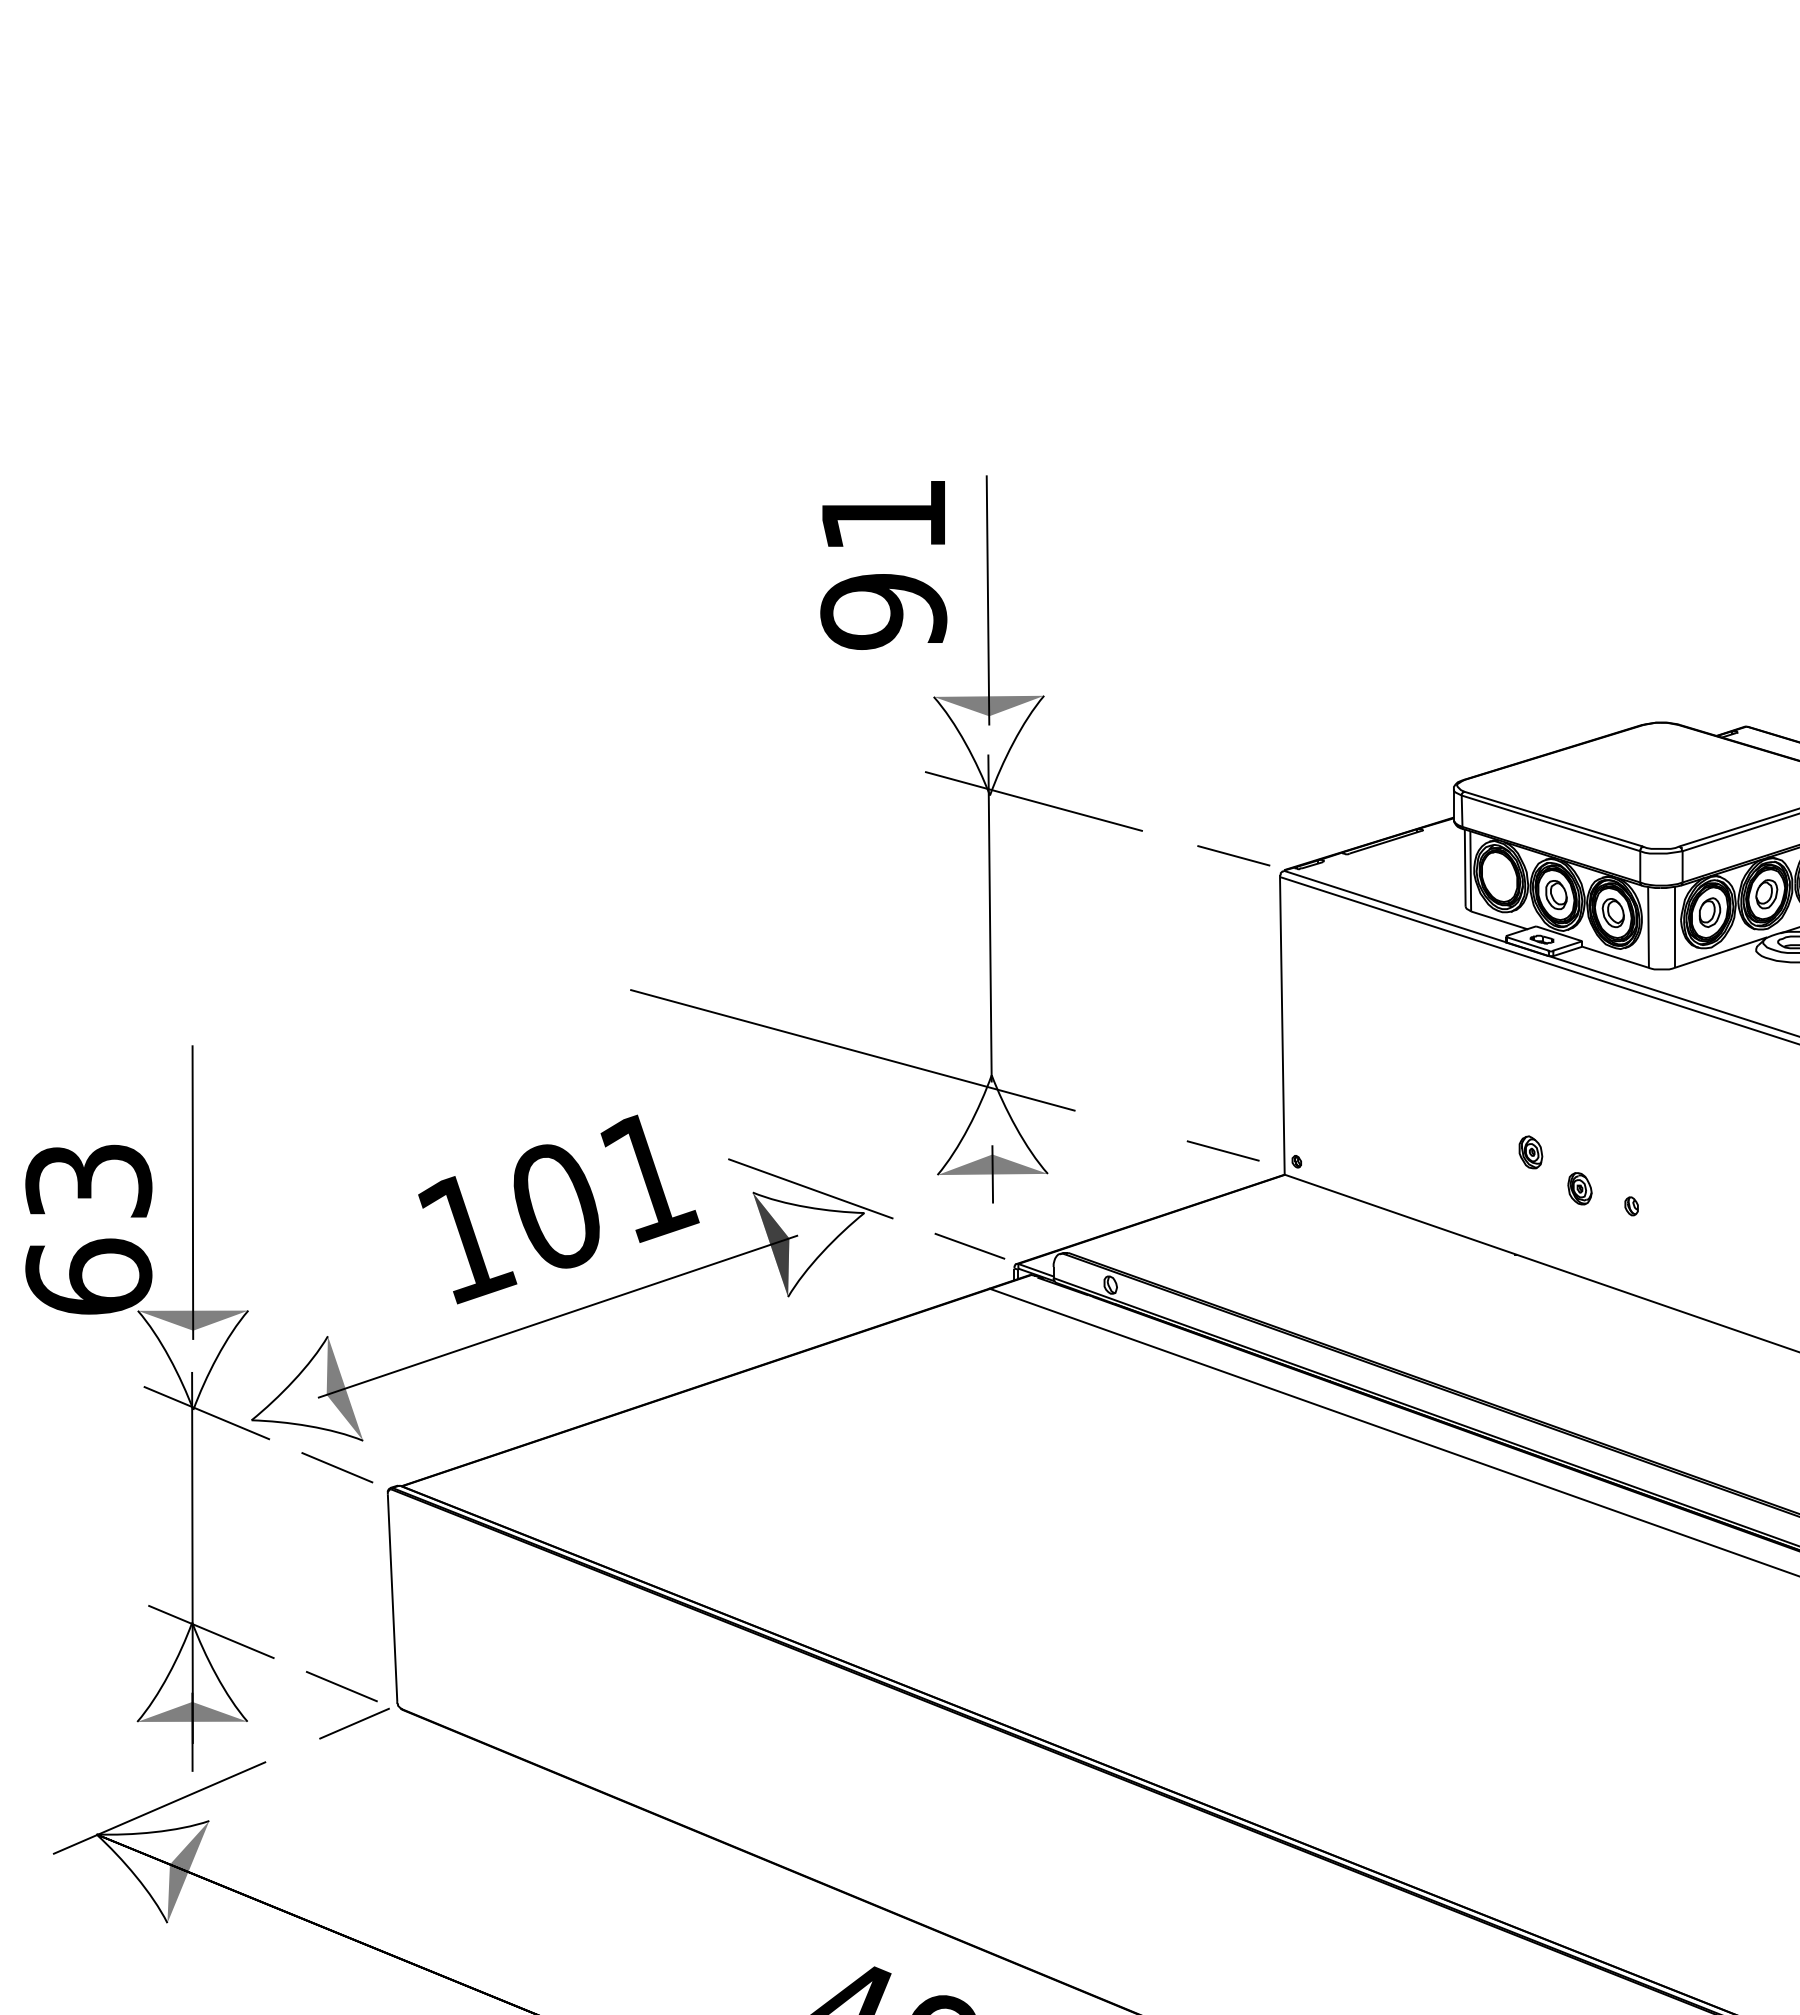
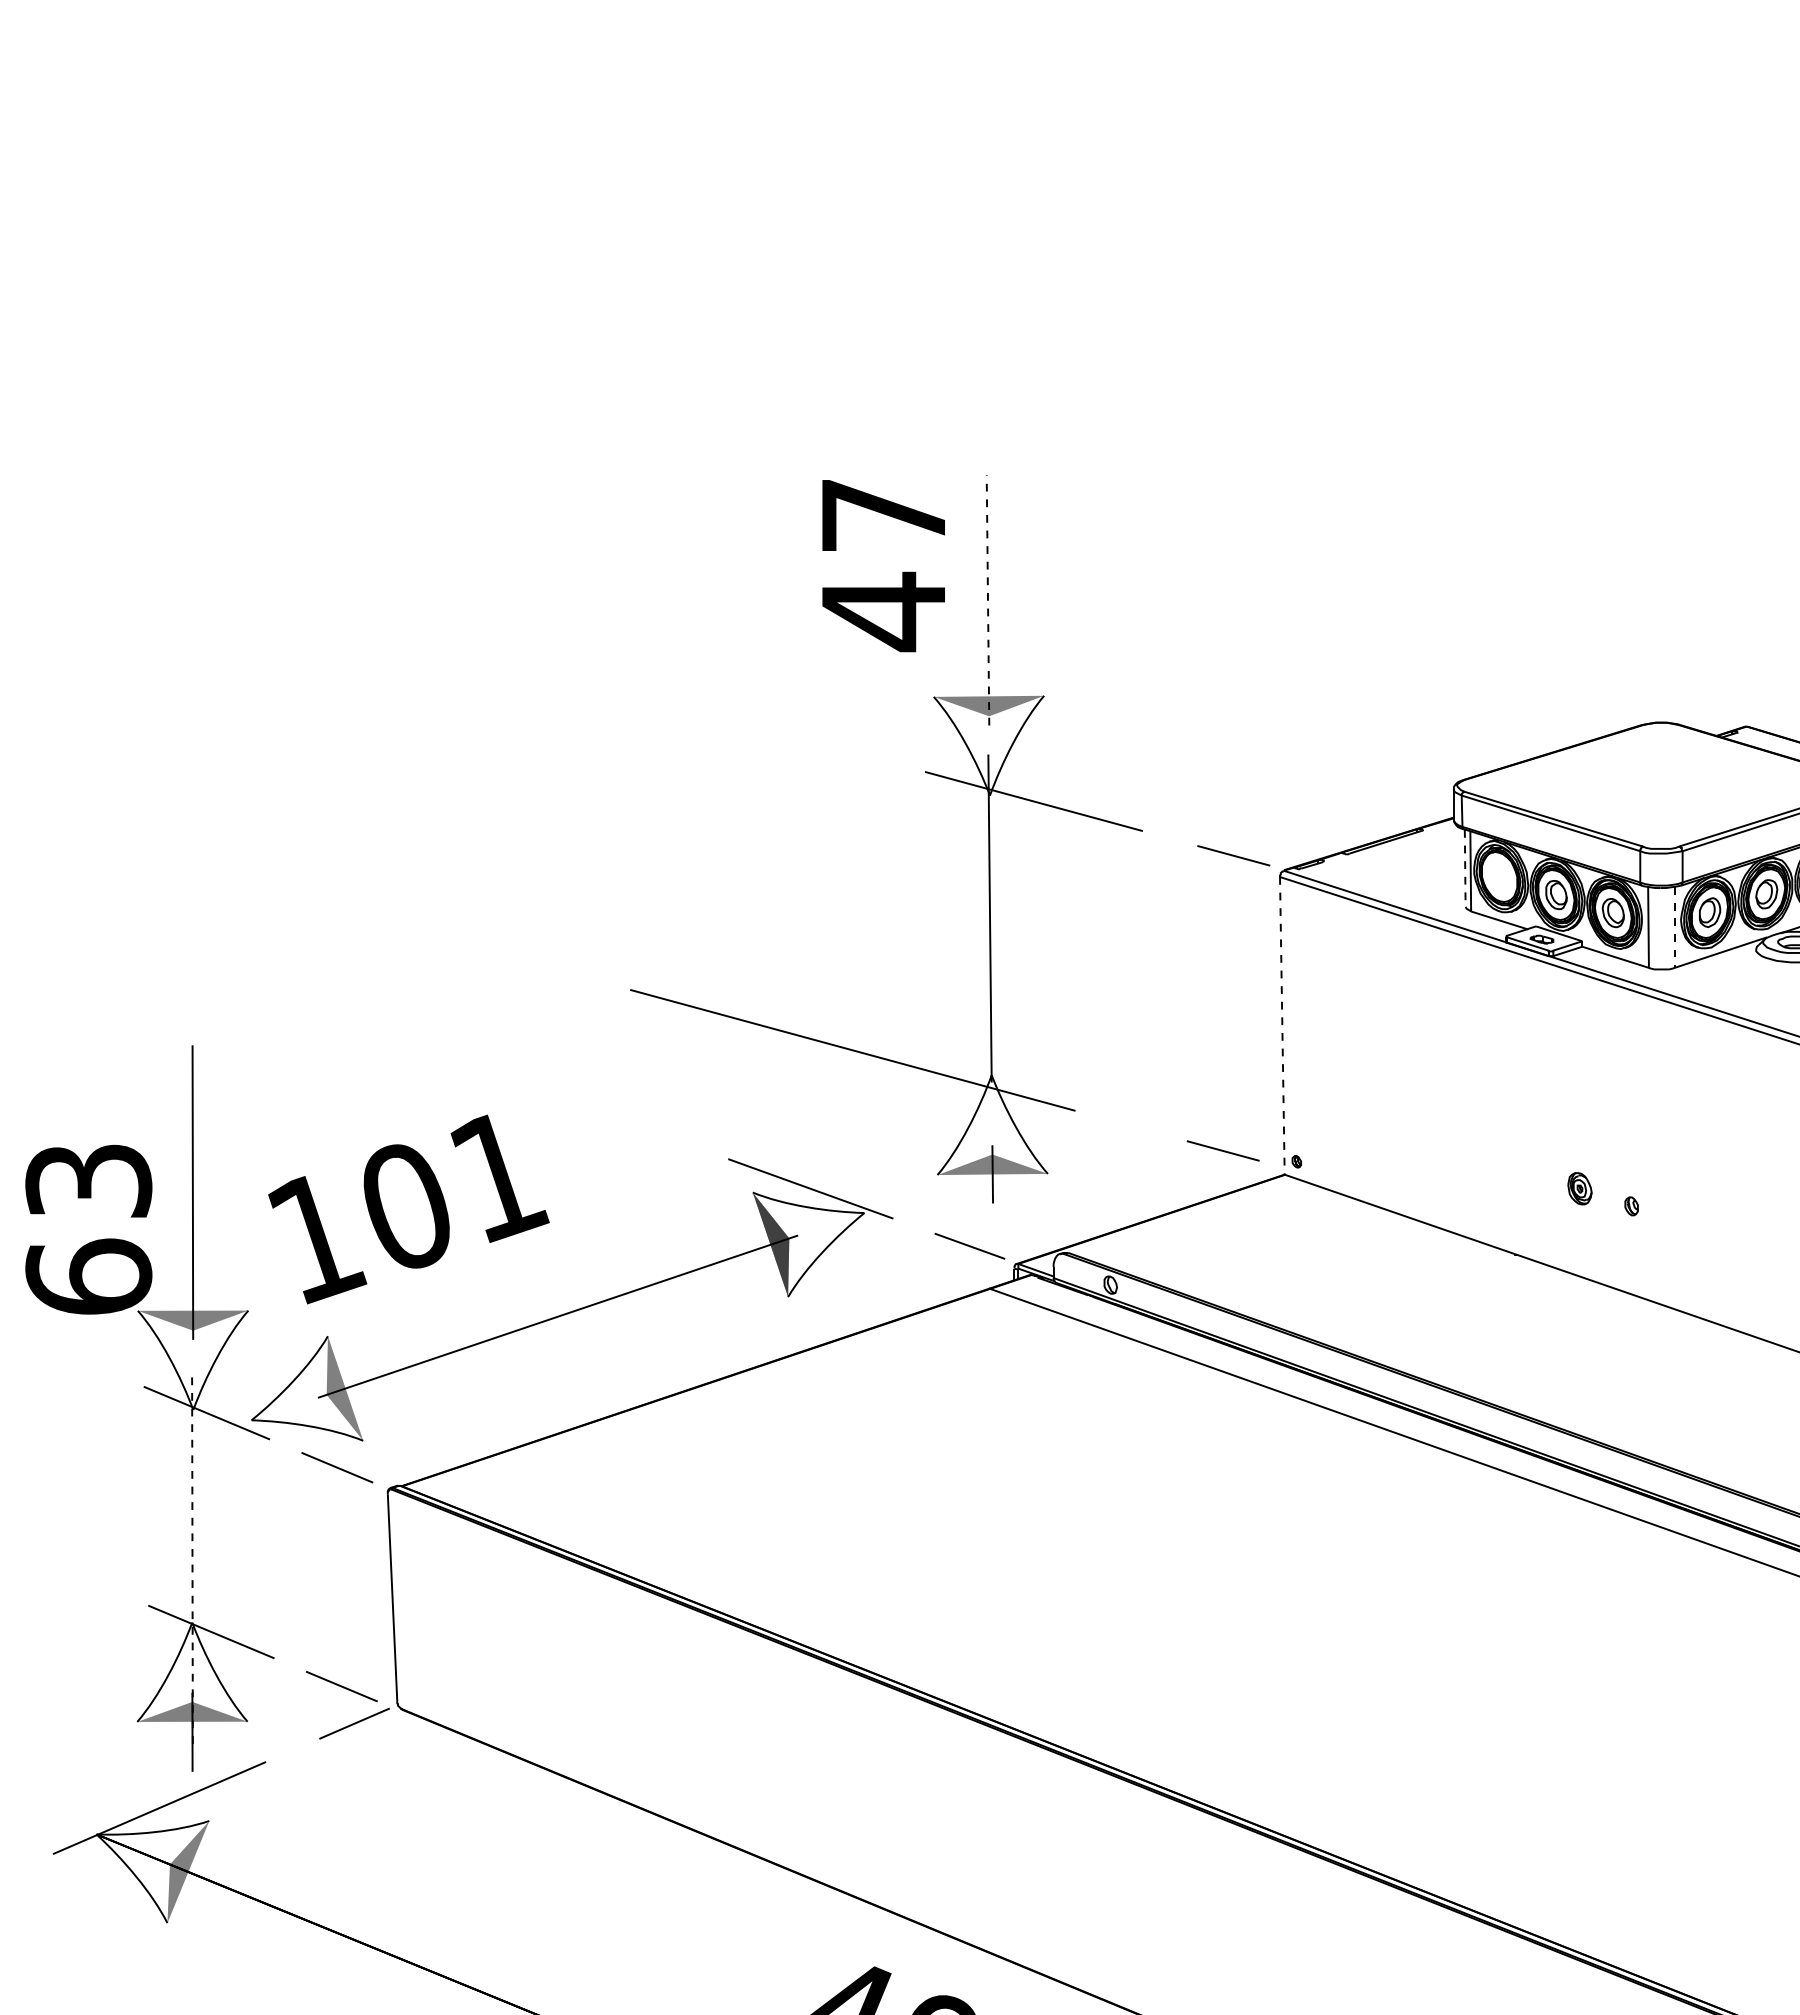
text at (883, 566): 91 -> 47
line at (988, 599): solid -> dashed
line at (1465, 868): solid -> dashed
line at (1674, 928): solid -> dashed
line at (1282, 1025): solid -> dashed
part at (1530, 1152): present -> none
text at (558, 1209) position: (558, 1209) -> (408, 1209)
line at (192, 1557): solid -> dashed
